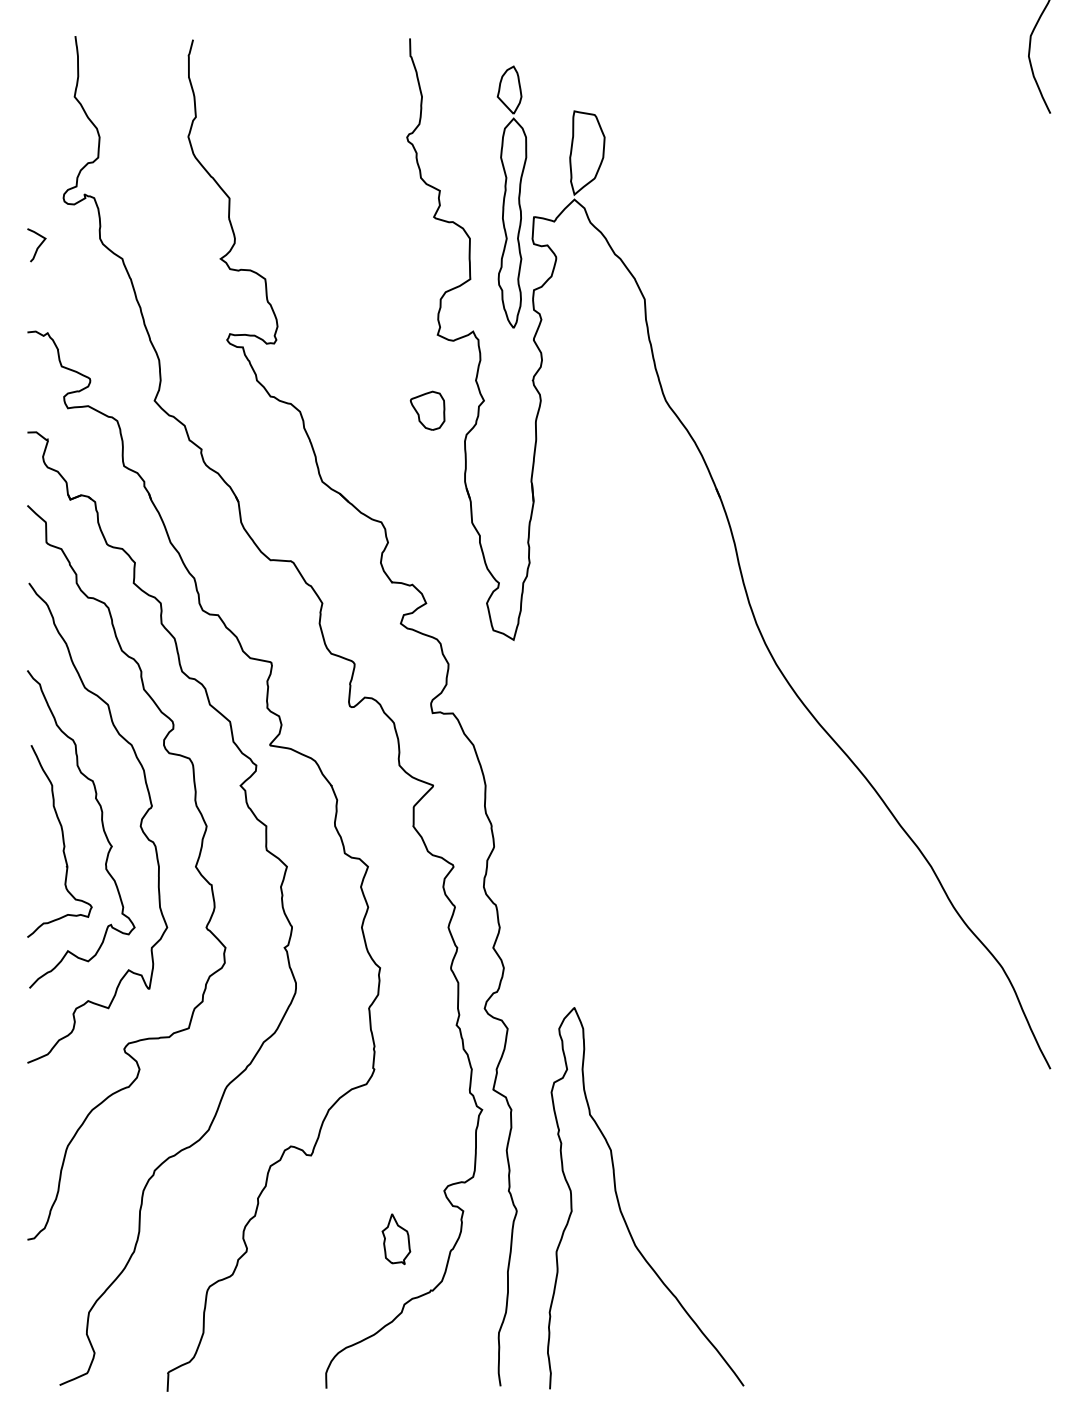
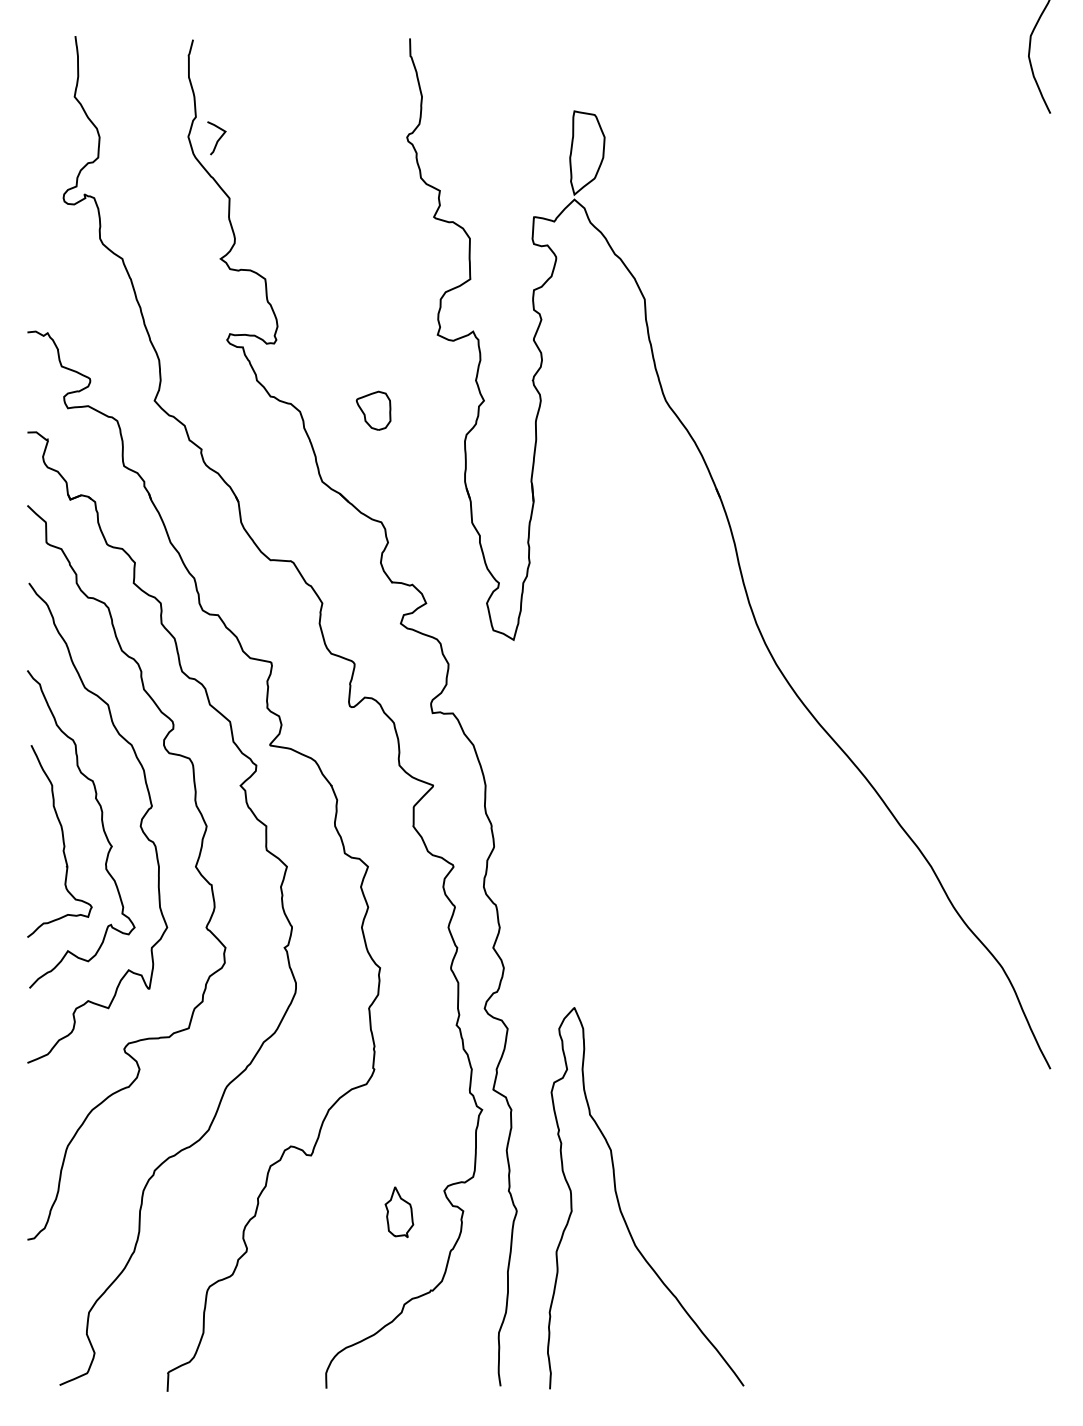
part at (511, 196): present -> none
curve at (38, 245) position: (38, 245) -> (218, 138)
part at (427, 410) position: (427, 410) -> (373, 410)
part at (396, 1239) position: (396, 1239) -> (399, 1212)
